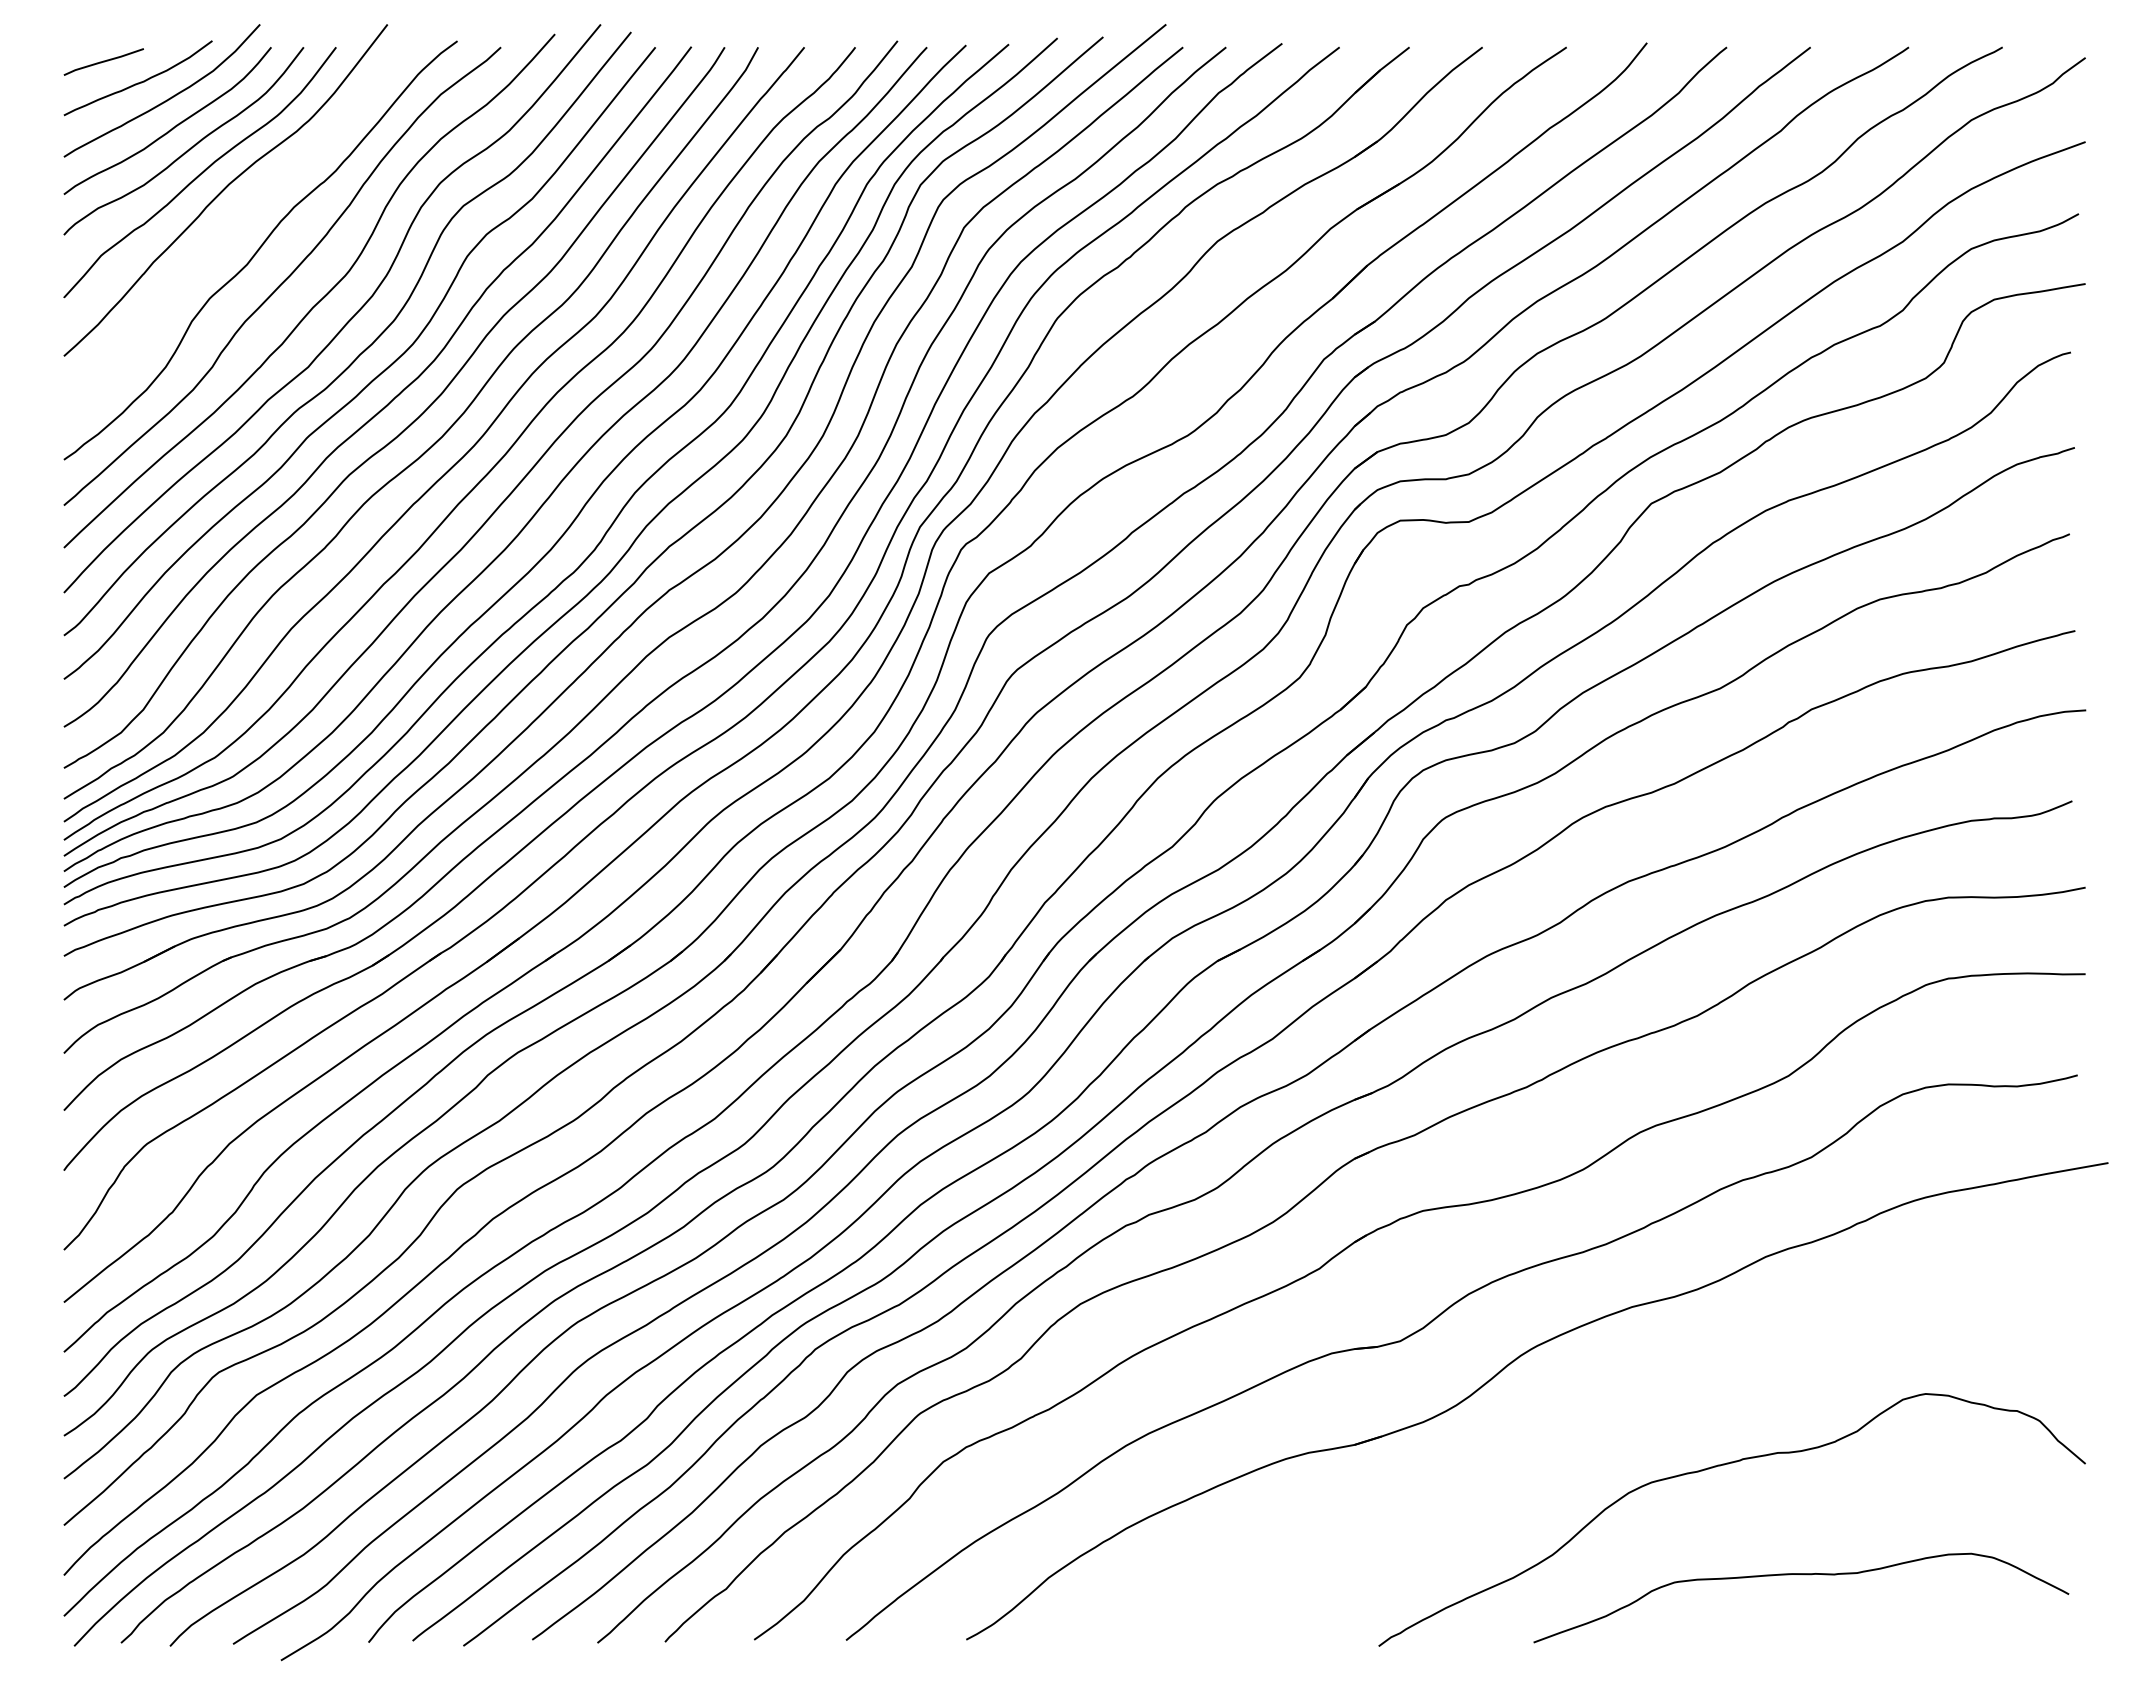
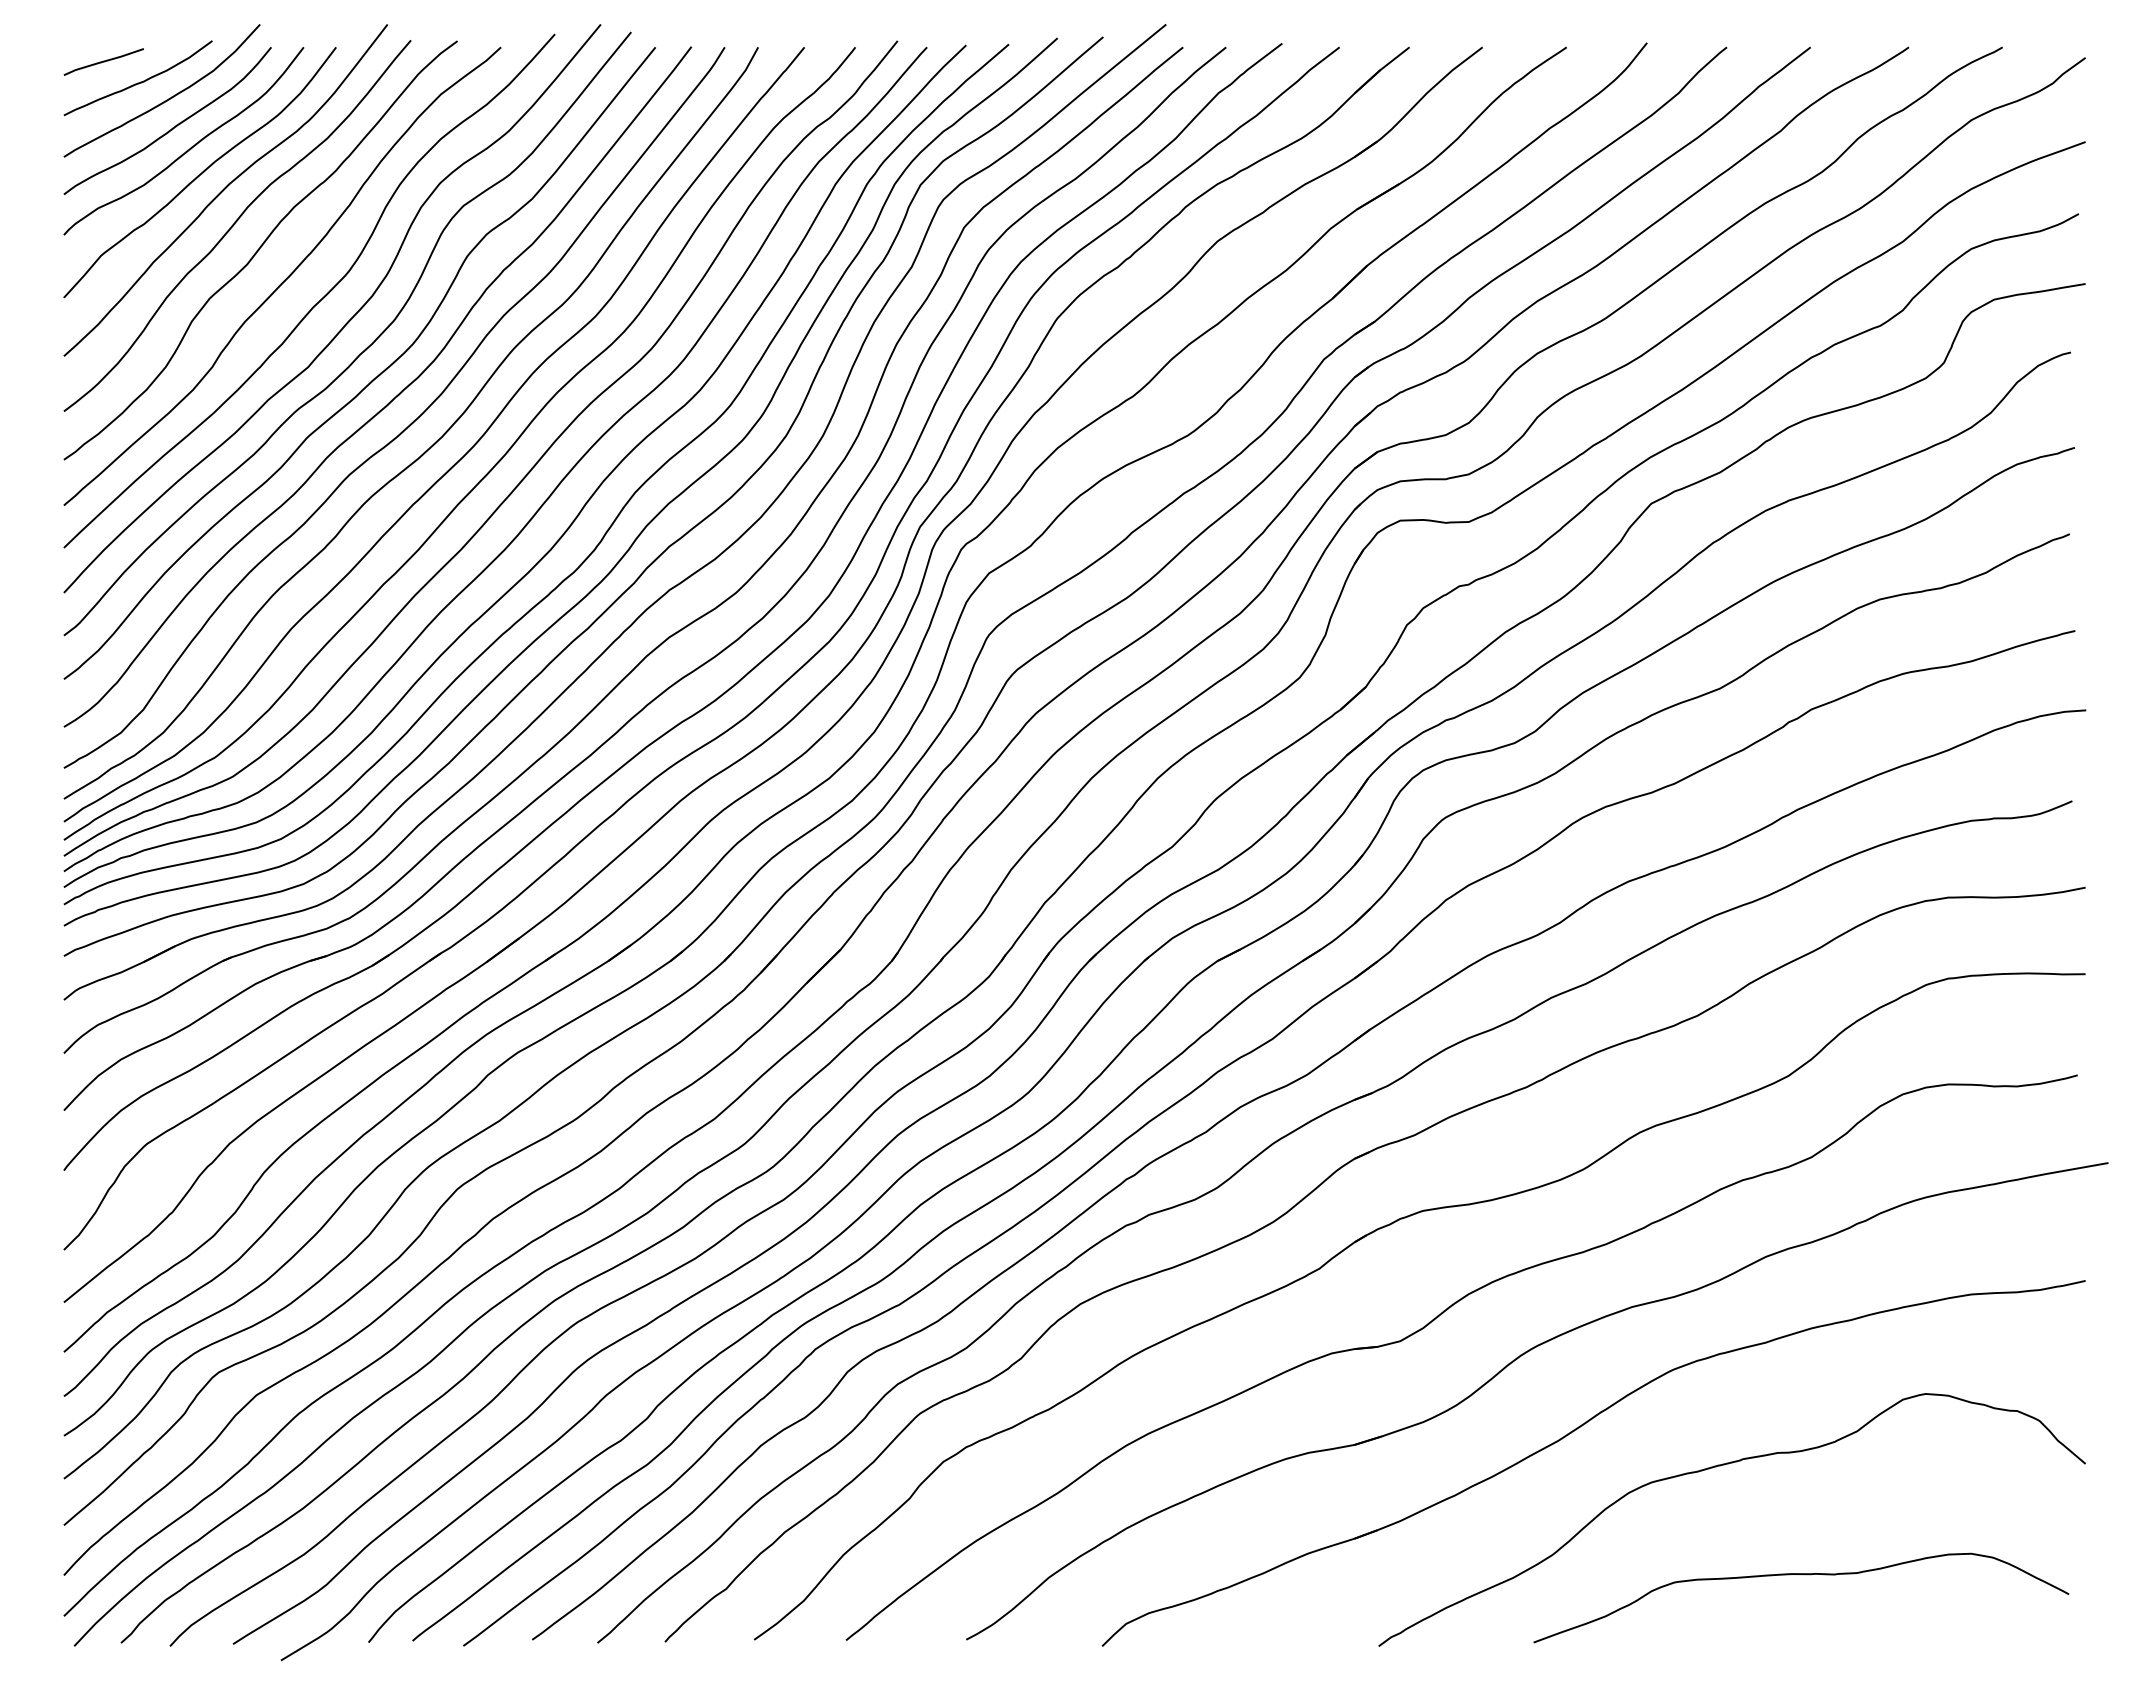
curve at (235, 223): none -> present
part at (1573, 1432): none -> present
